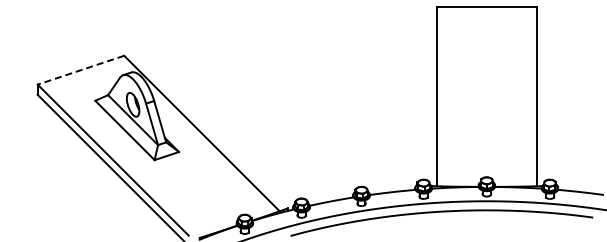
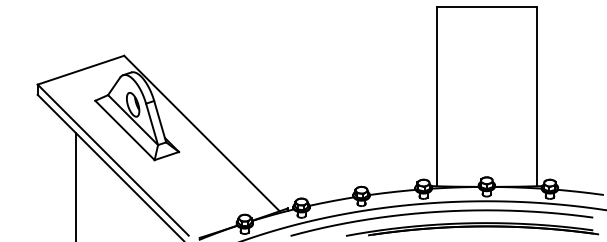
line at (80, 70): dashed -> solid
line at (75, 185): none -> present
part at (472, 229): none -> present
